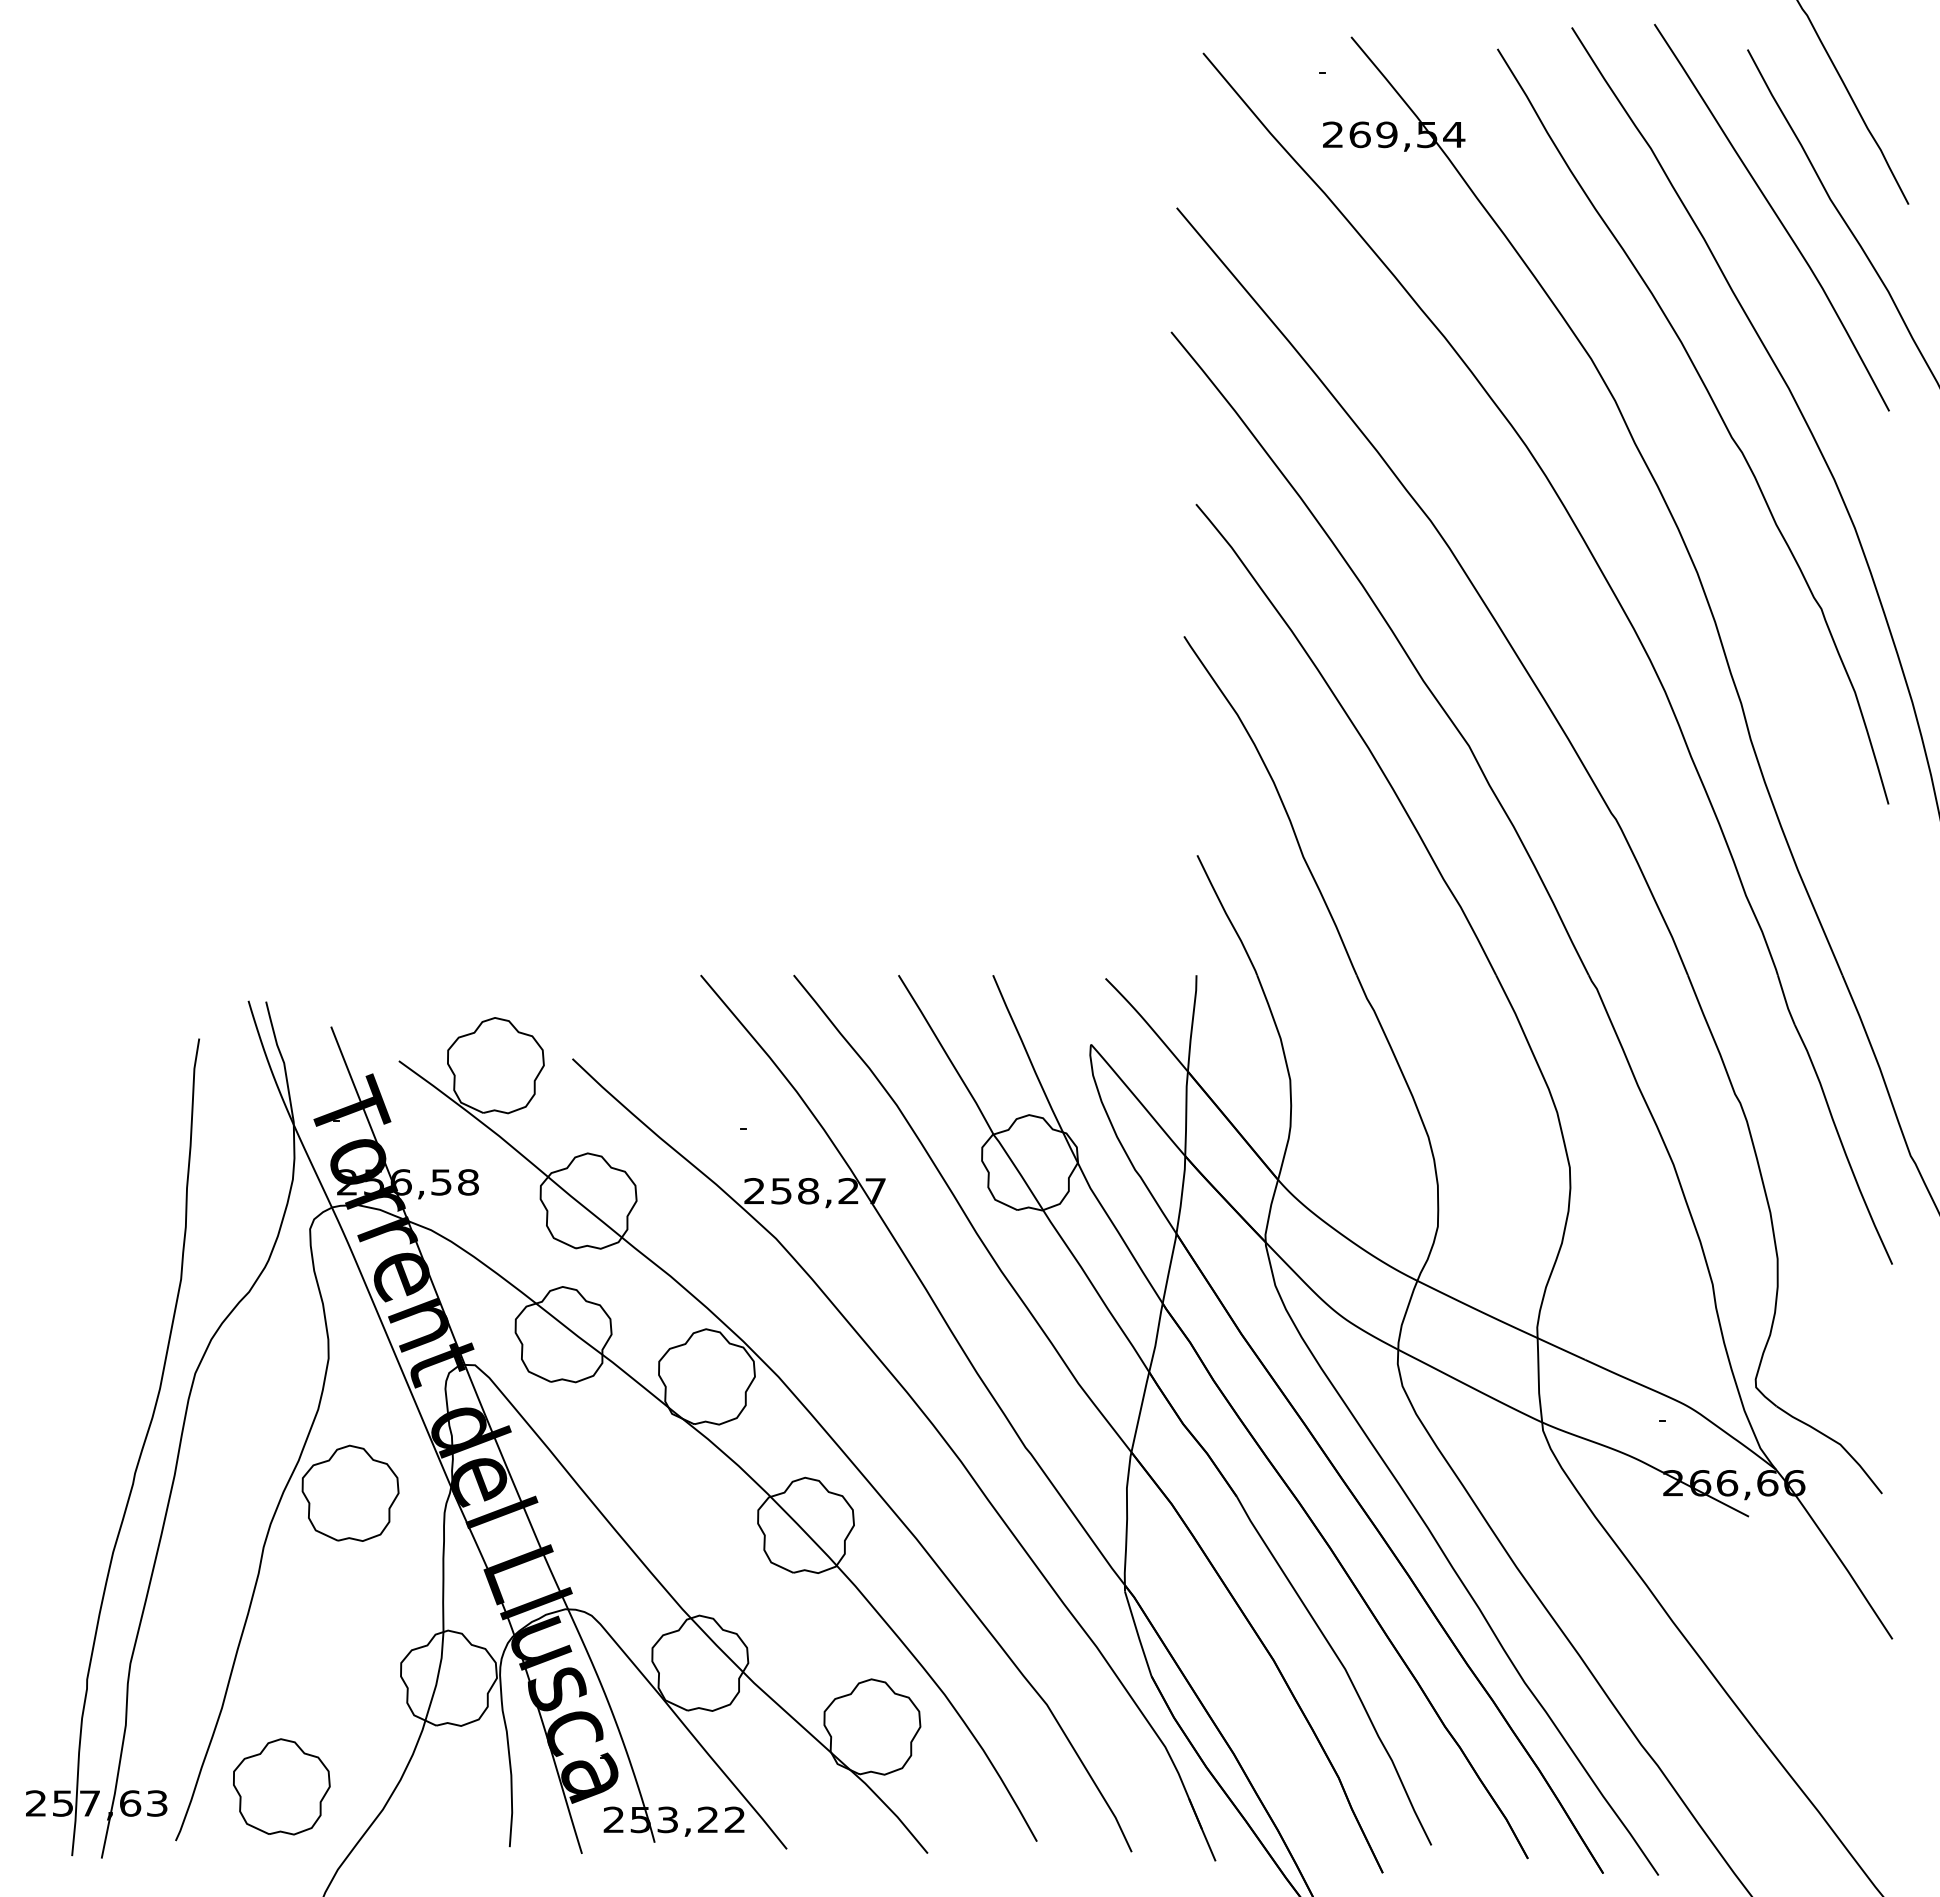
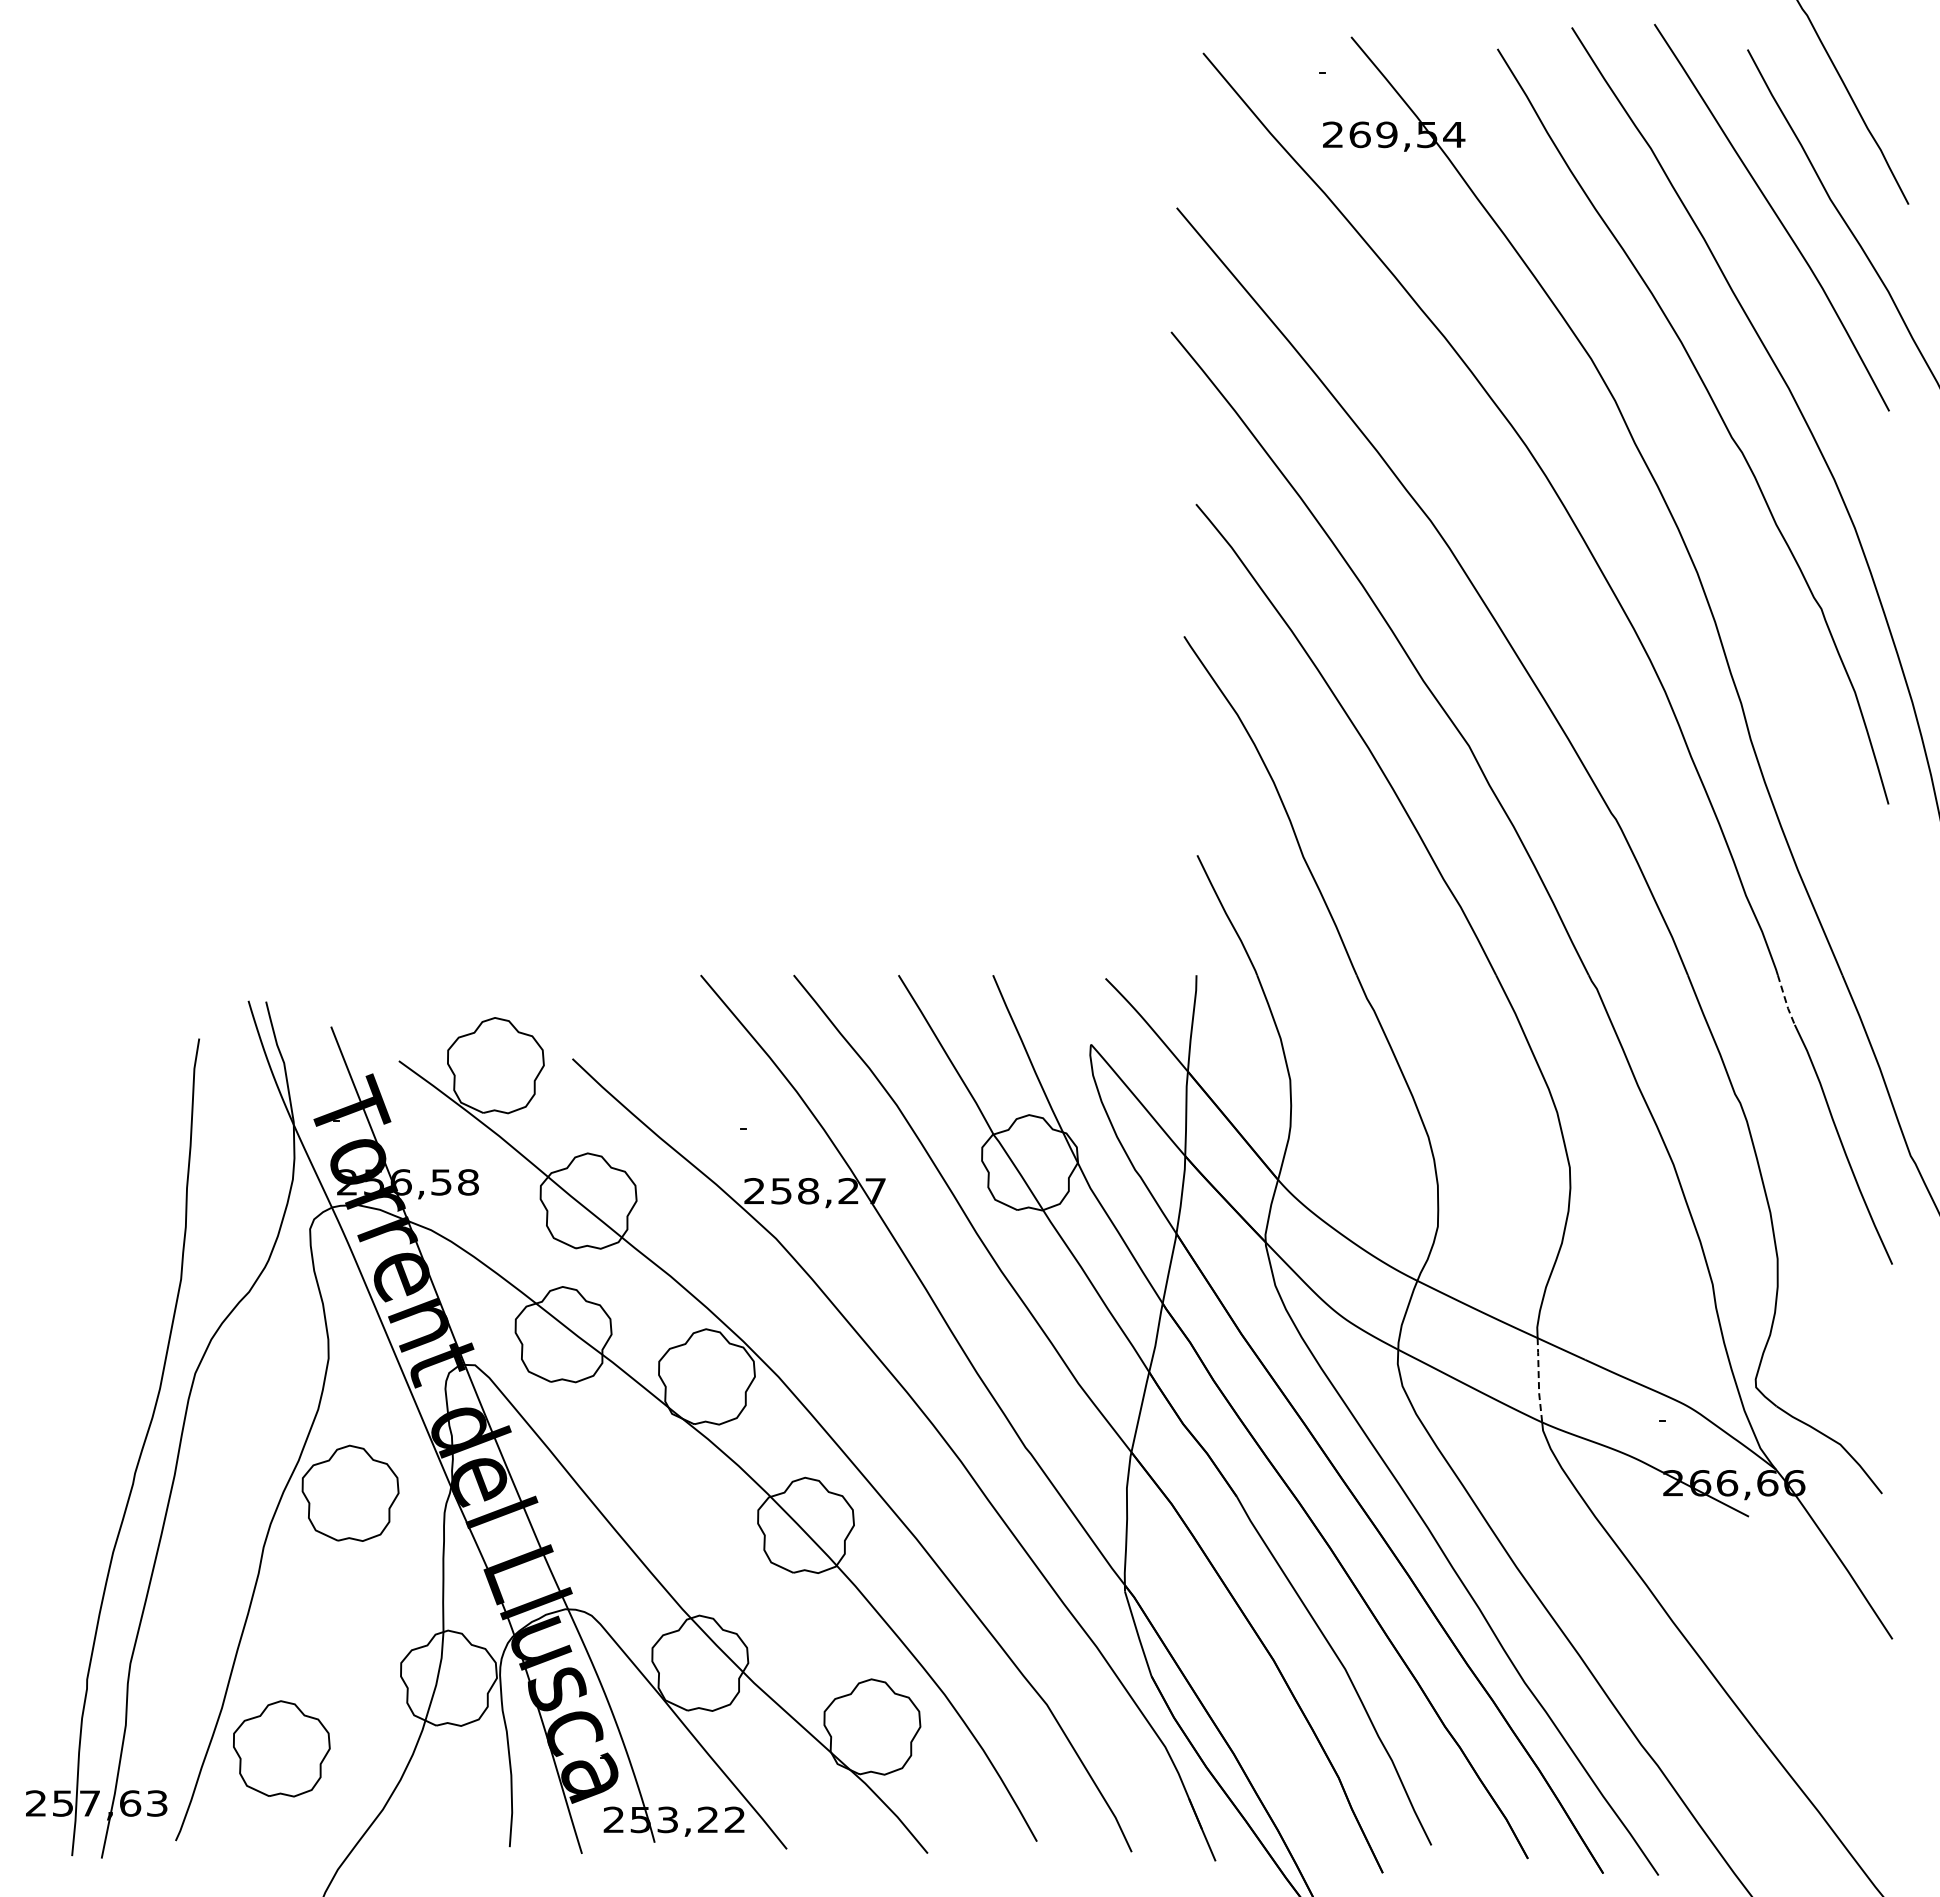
line at (1785, 1001): solid -> dashed
line at (1538, 1380): solid -> dashed
part at (281, 1786) position: (281, 1786) -> (281, 1748)
